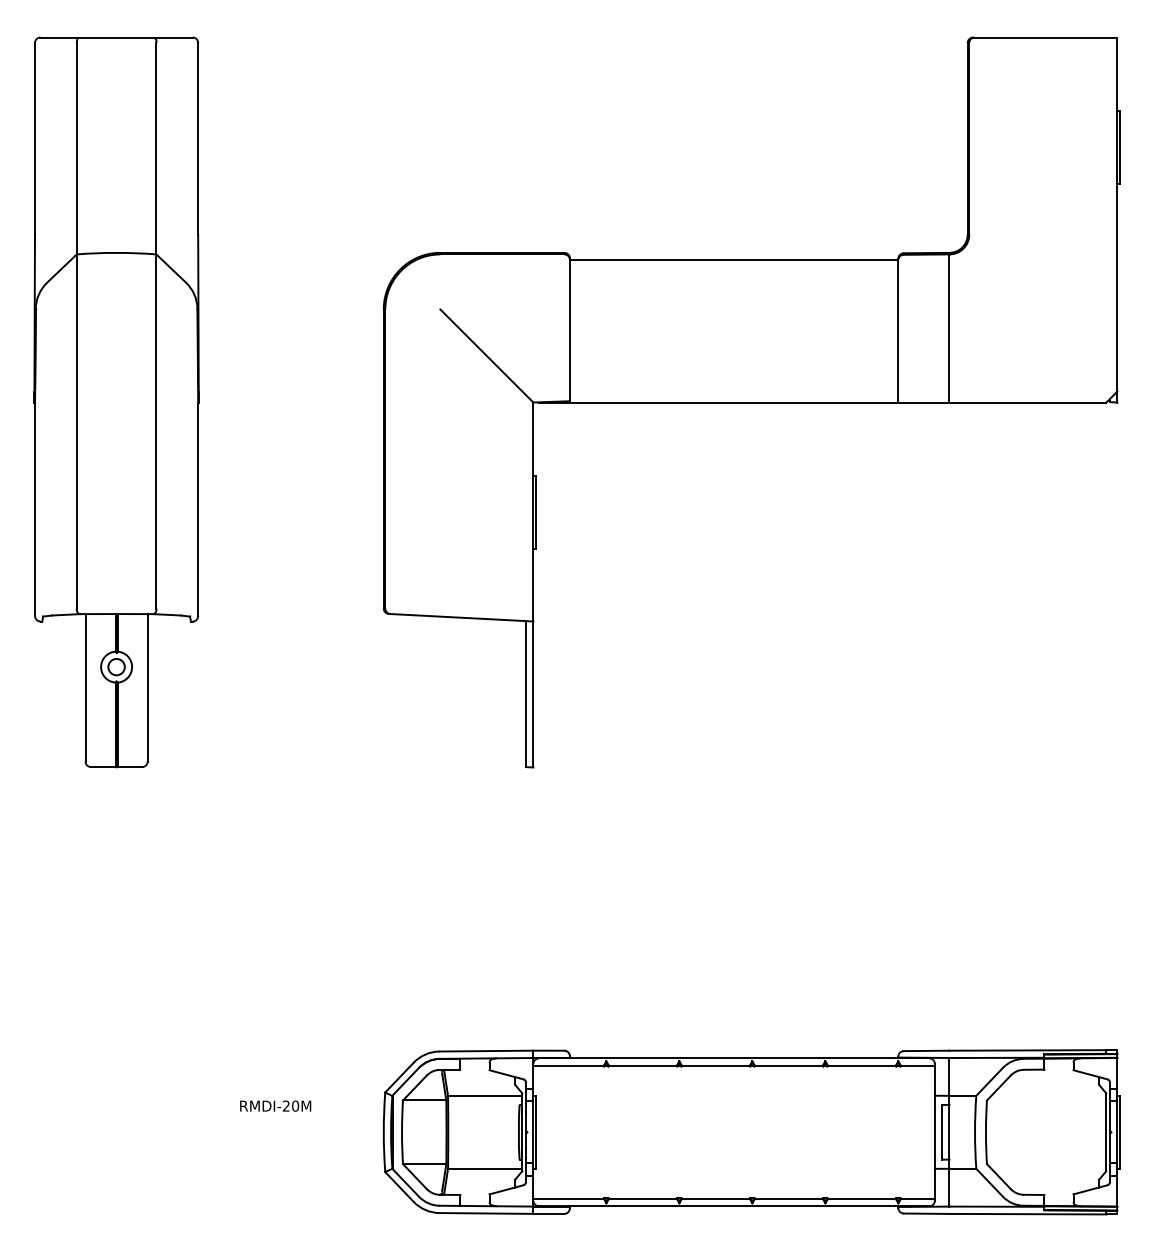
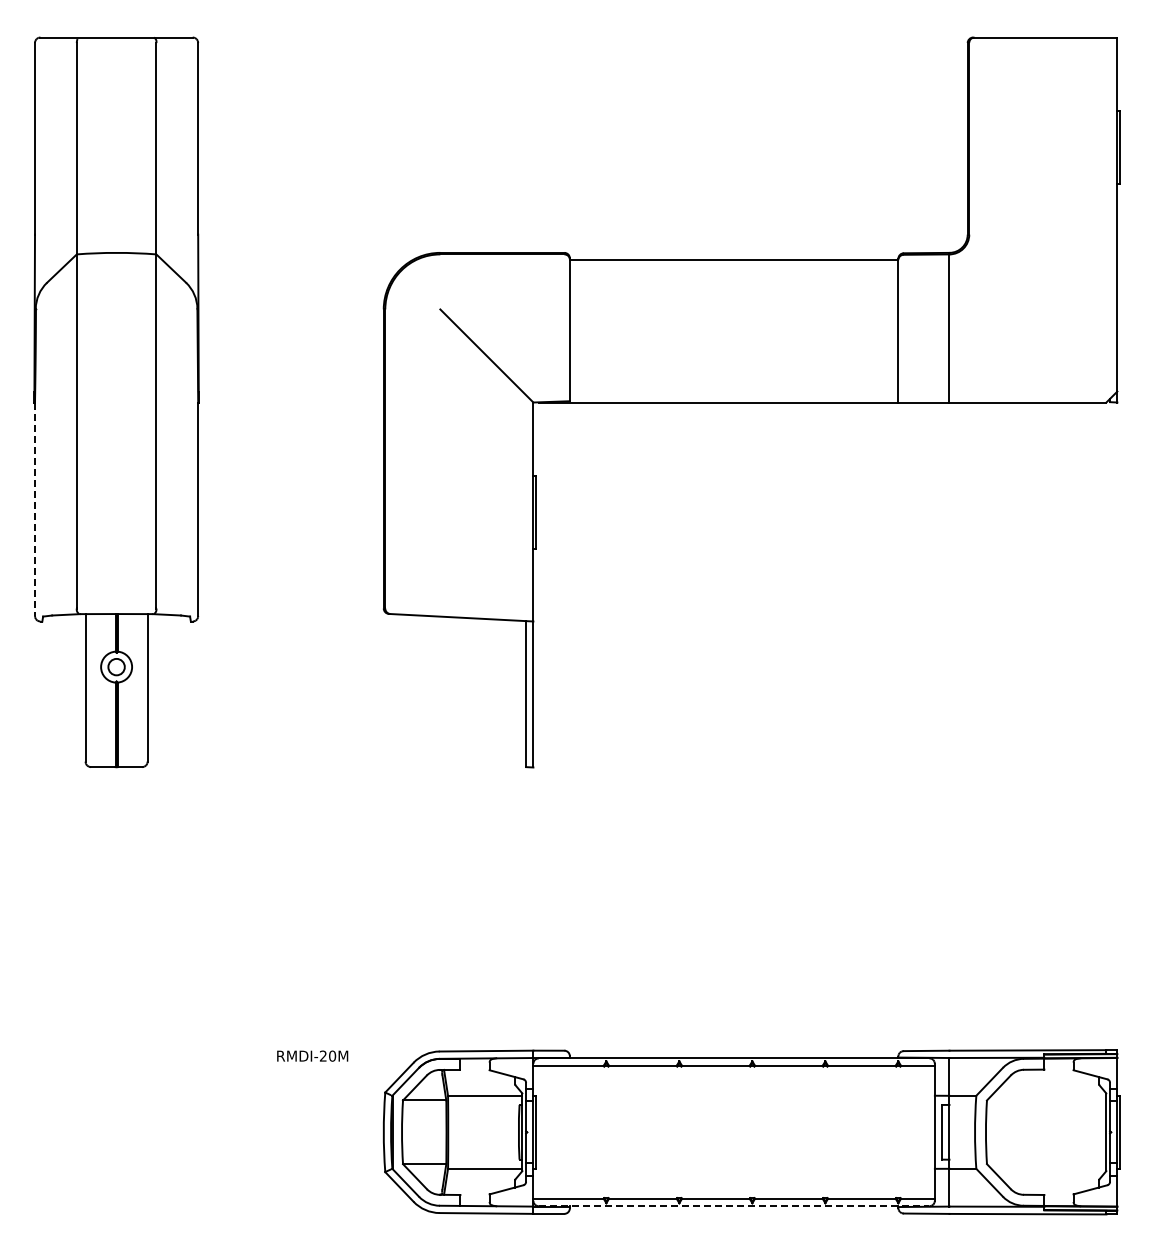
line at (35, 509): solid -> dashed
text at (275, 1105) position: (275, 1105) -> (312, 1055)
line at (734, 1206): solid -> dashed
